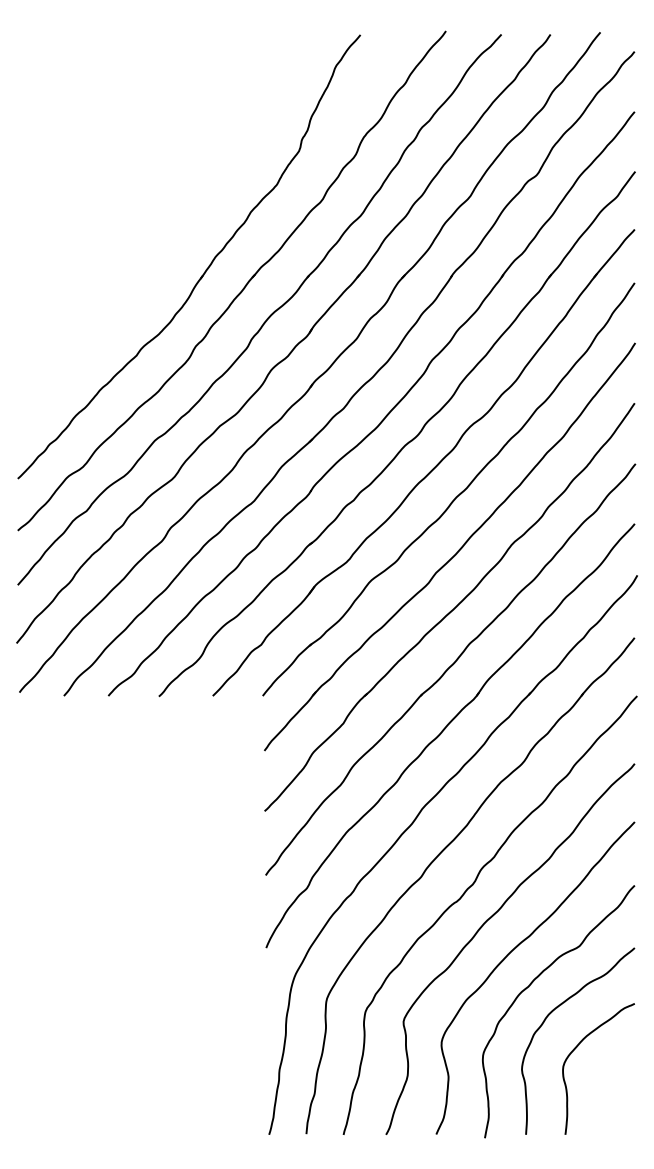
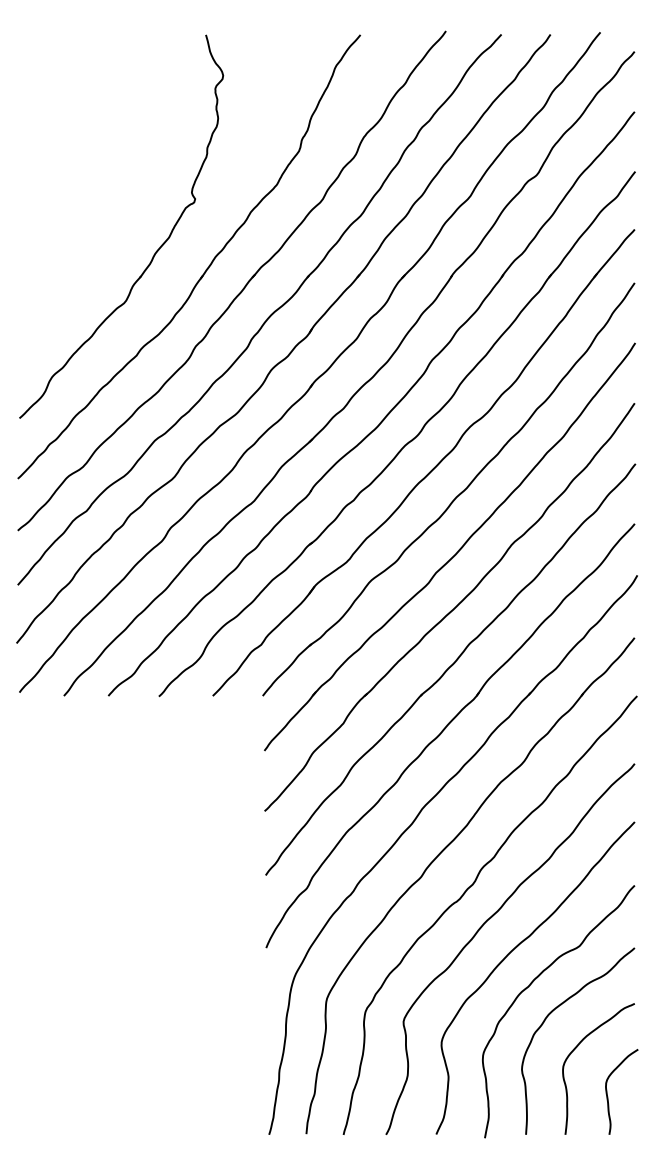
part at (155, 251): none -> present
curve at (608, 1096): none -> present
